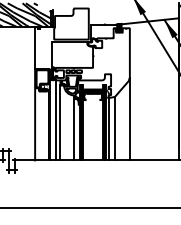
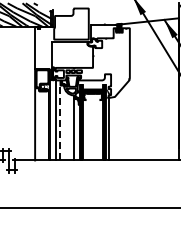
line at (129, 119): present -> none
line at (60, 122): solid -> dashed
line at (114, 128): present -> none
